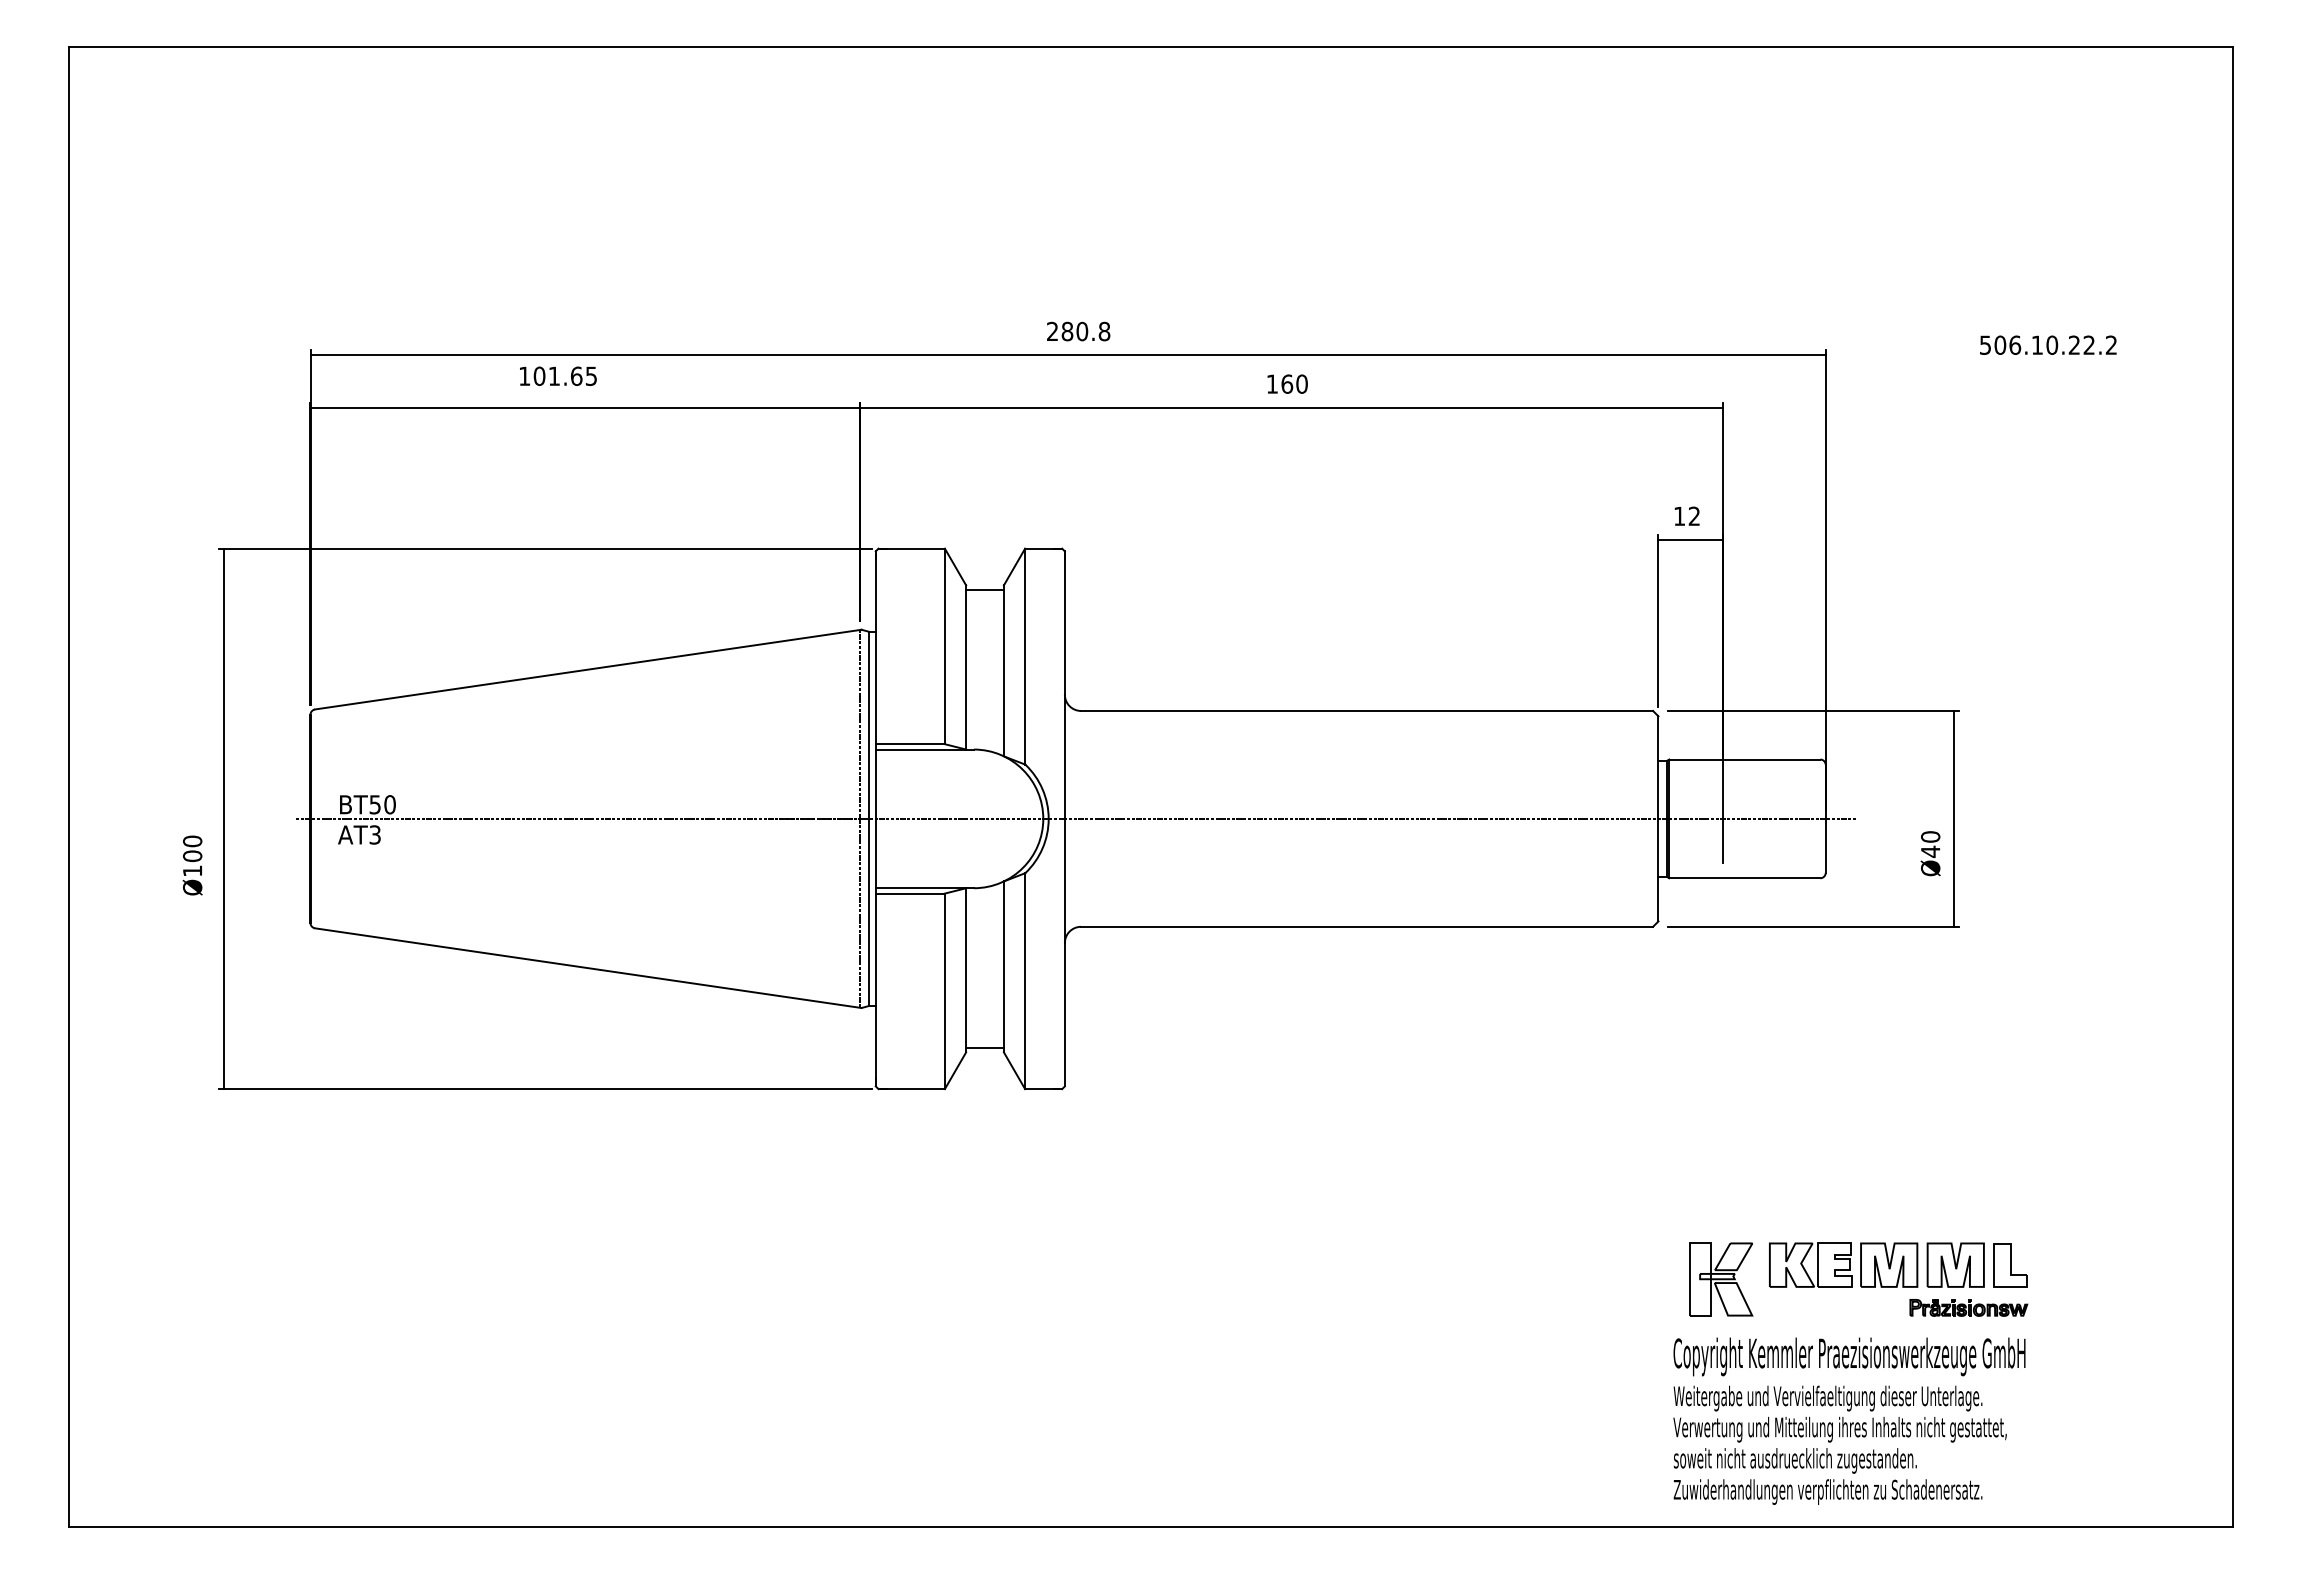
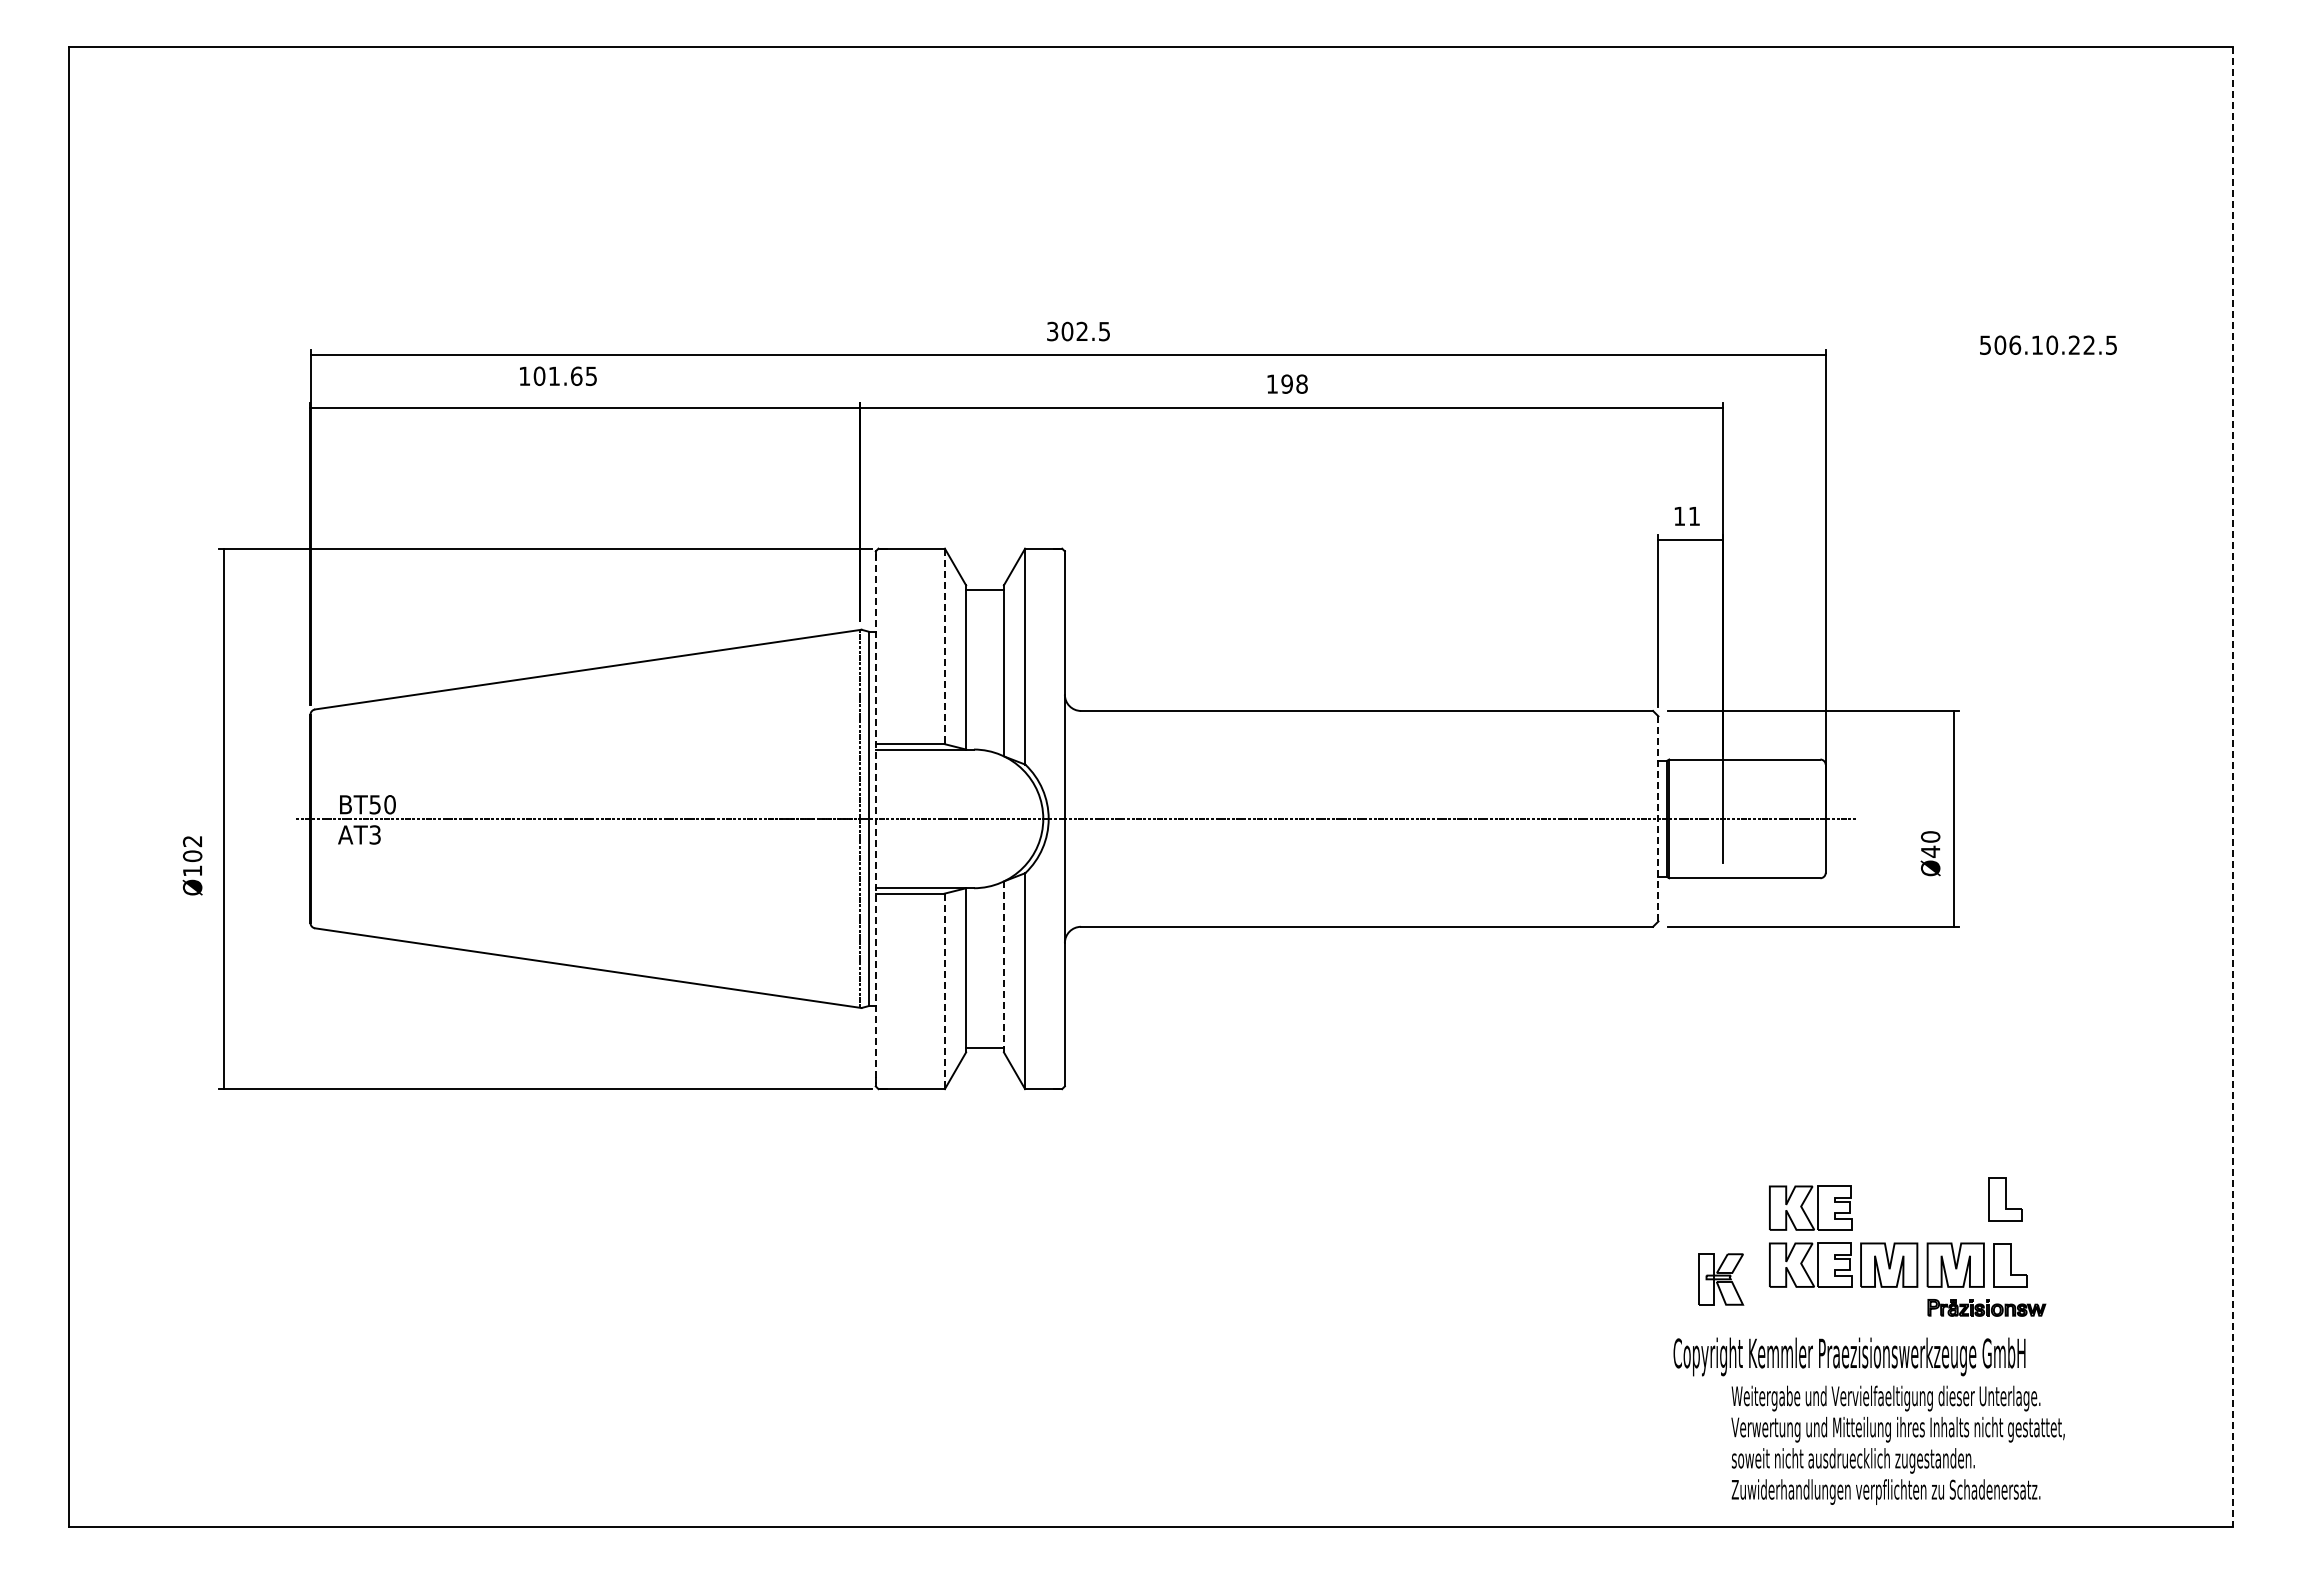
text at (1078, 331): 280.8 -> 302.5
text at (2111, 344): 506.10.22.2 -> 506.10.22.5
text at (1294, 383): 160 -> 198
text at (1693, 515): 12 -> 11
line at (944, 646): solid -> dashed
line at (2232, 786): solid -> dashed
line at (875, 818): solid -> dashed
line at (1658, 818): solid -> dashed
text at (192, 841): Ø100 -> Ø102
line at (1003, 967): solid -> dashed
line at (944, 991): solid -> dashed
part at (2005, 1199): none -> present
part at (1804, 1210): none -> present
part at (1721, 1279) size: 65x75 px -> 47x53 px
part at (1968, 1307) position: (1968, 1307) -> (1986, 1307)
text at (1839, 1444) position: (1839, 1444) -> (1897, 1444)
